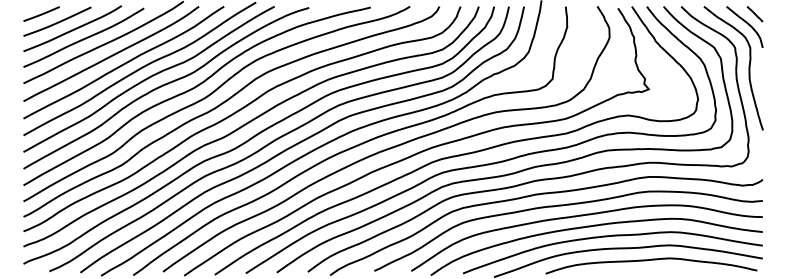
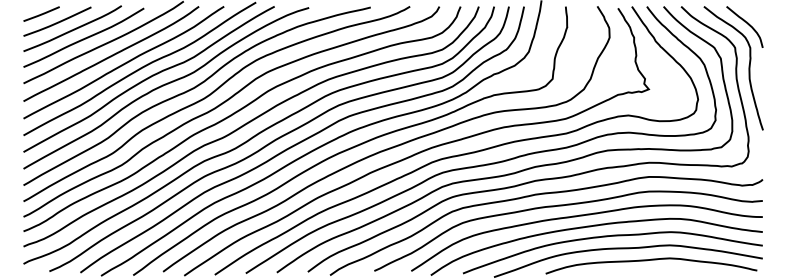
line at (754, 14): present -> none
